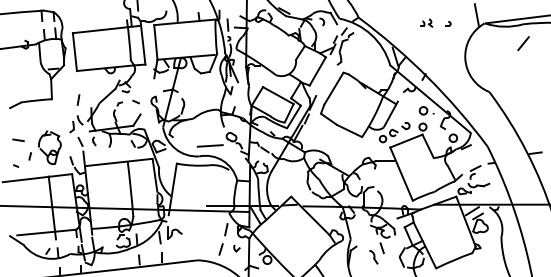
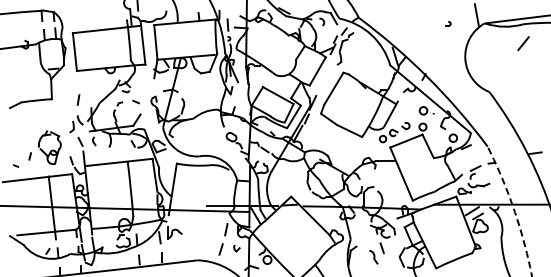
part at (426, 22): present -> none
line at (18, 139): present -> none
line at (209, 145): present -> none
arc at (513, 209): solid -> dashed
